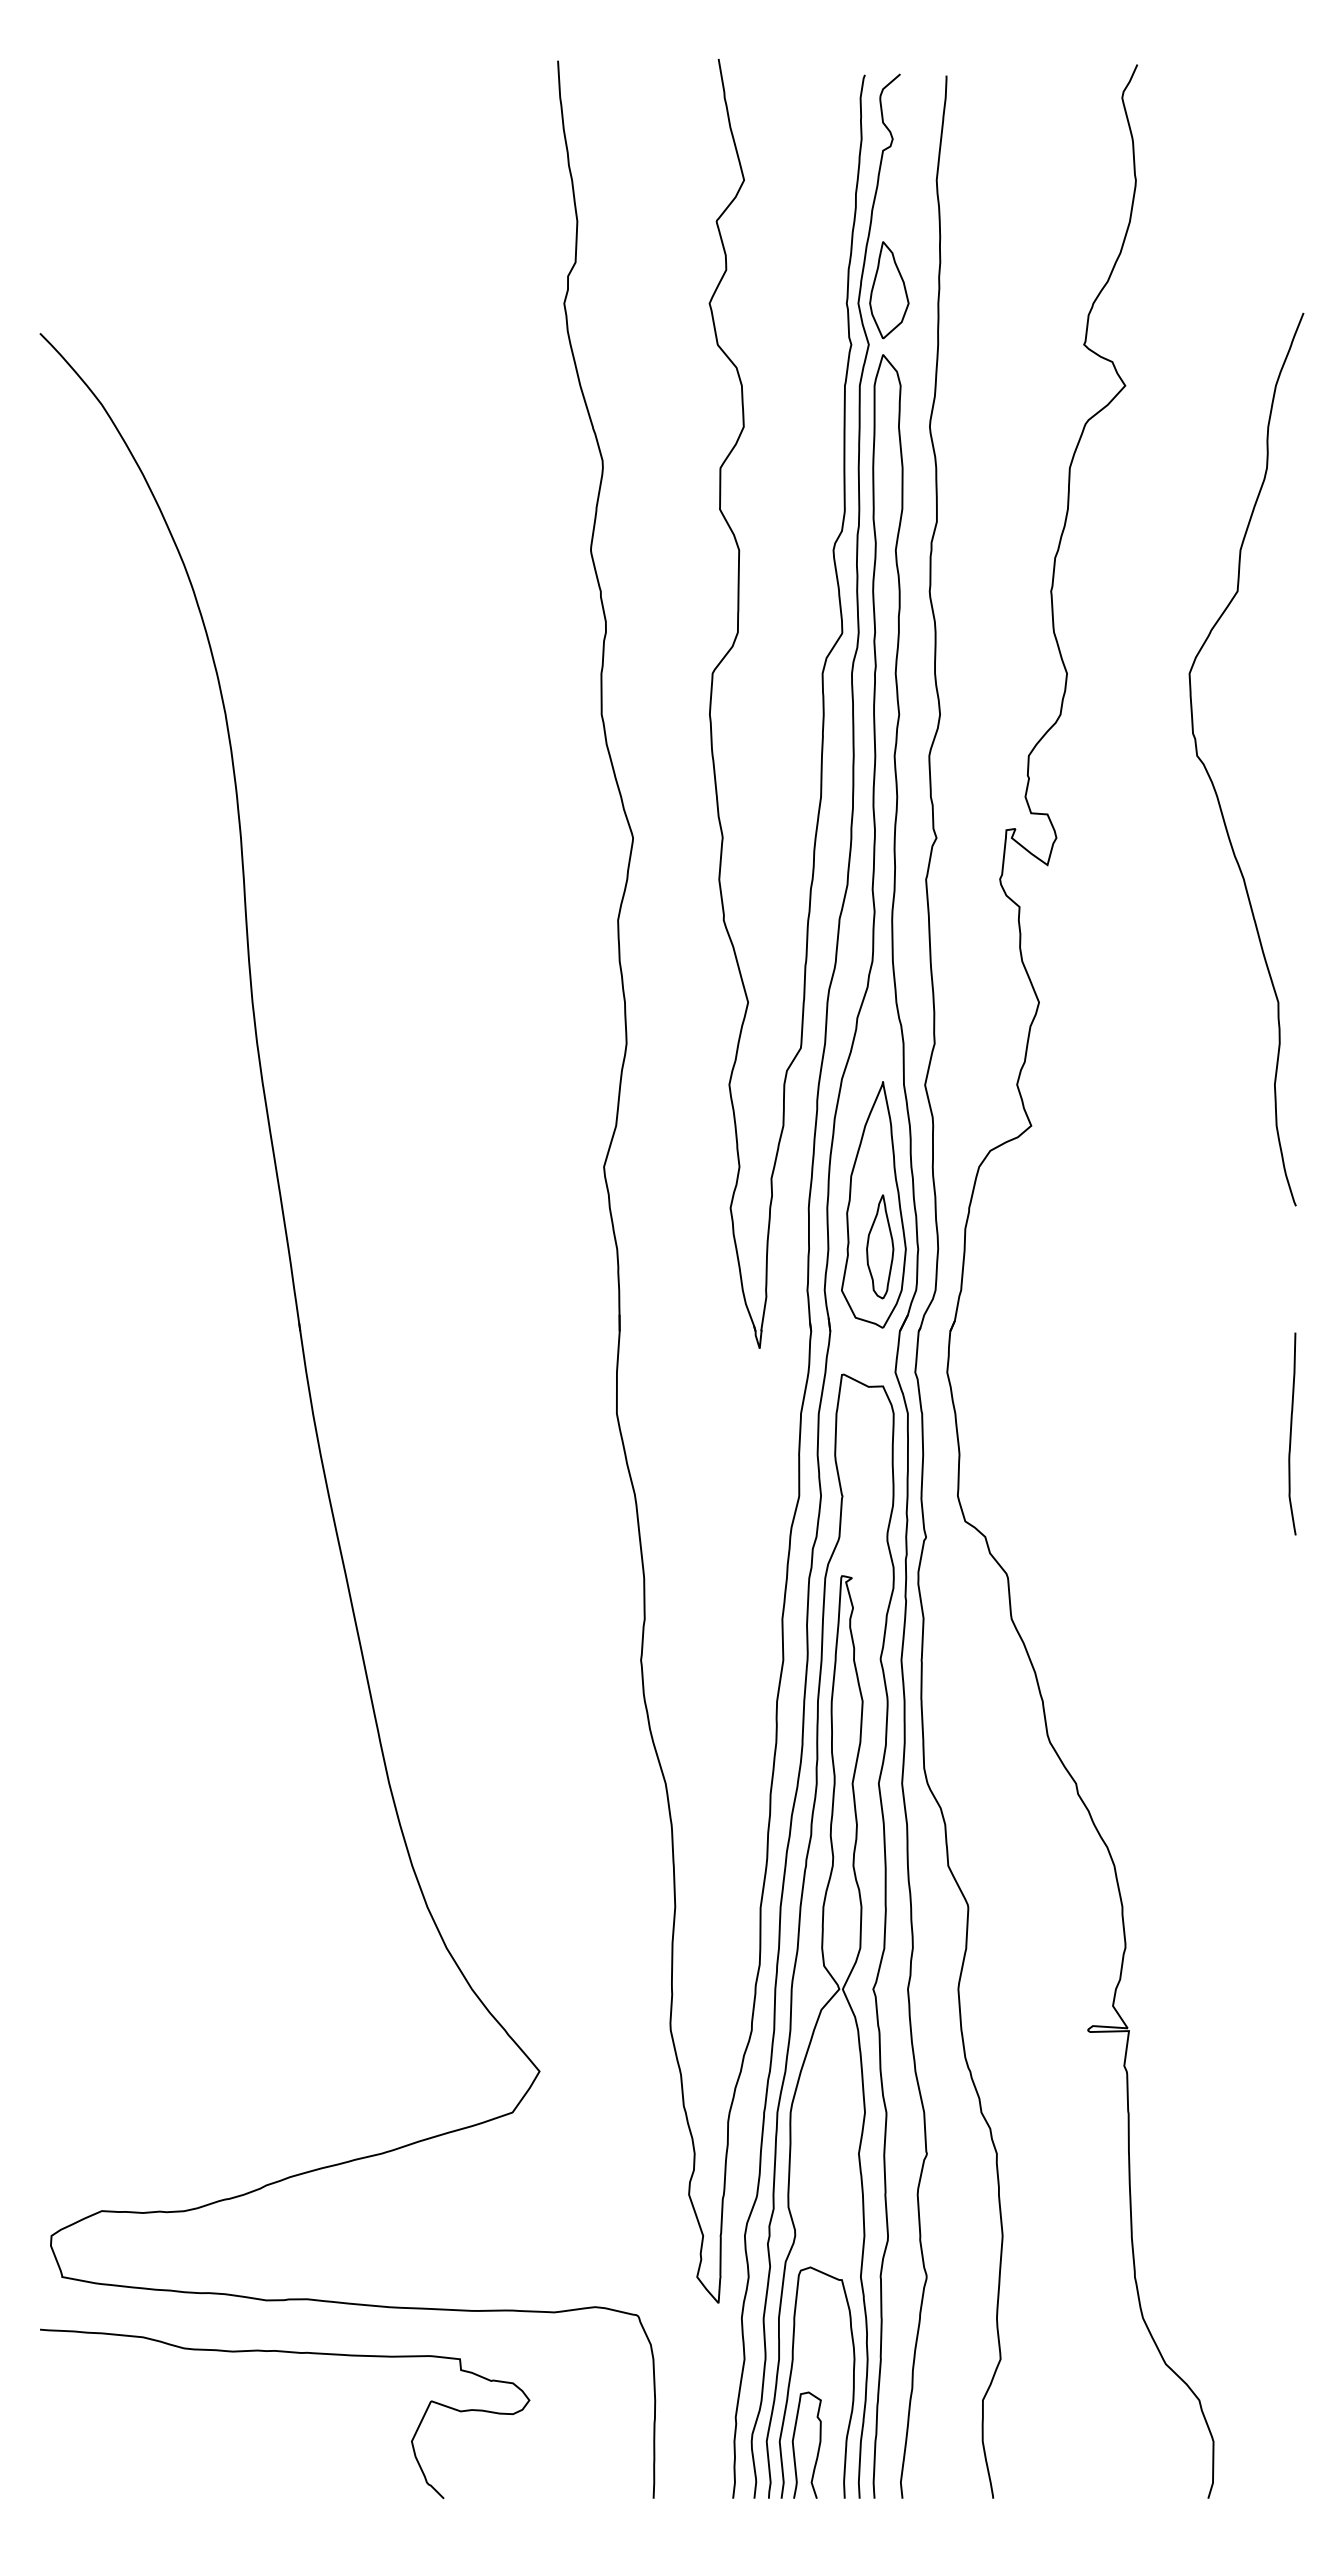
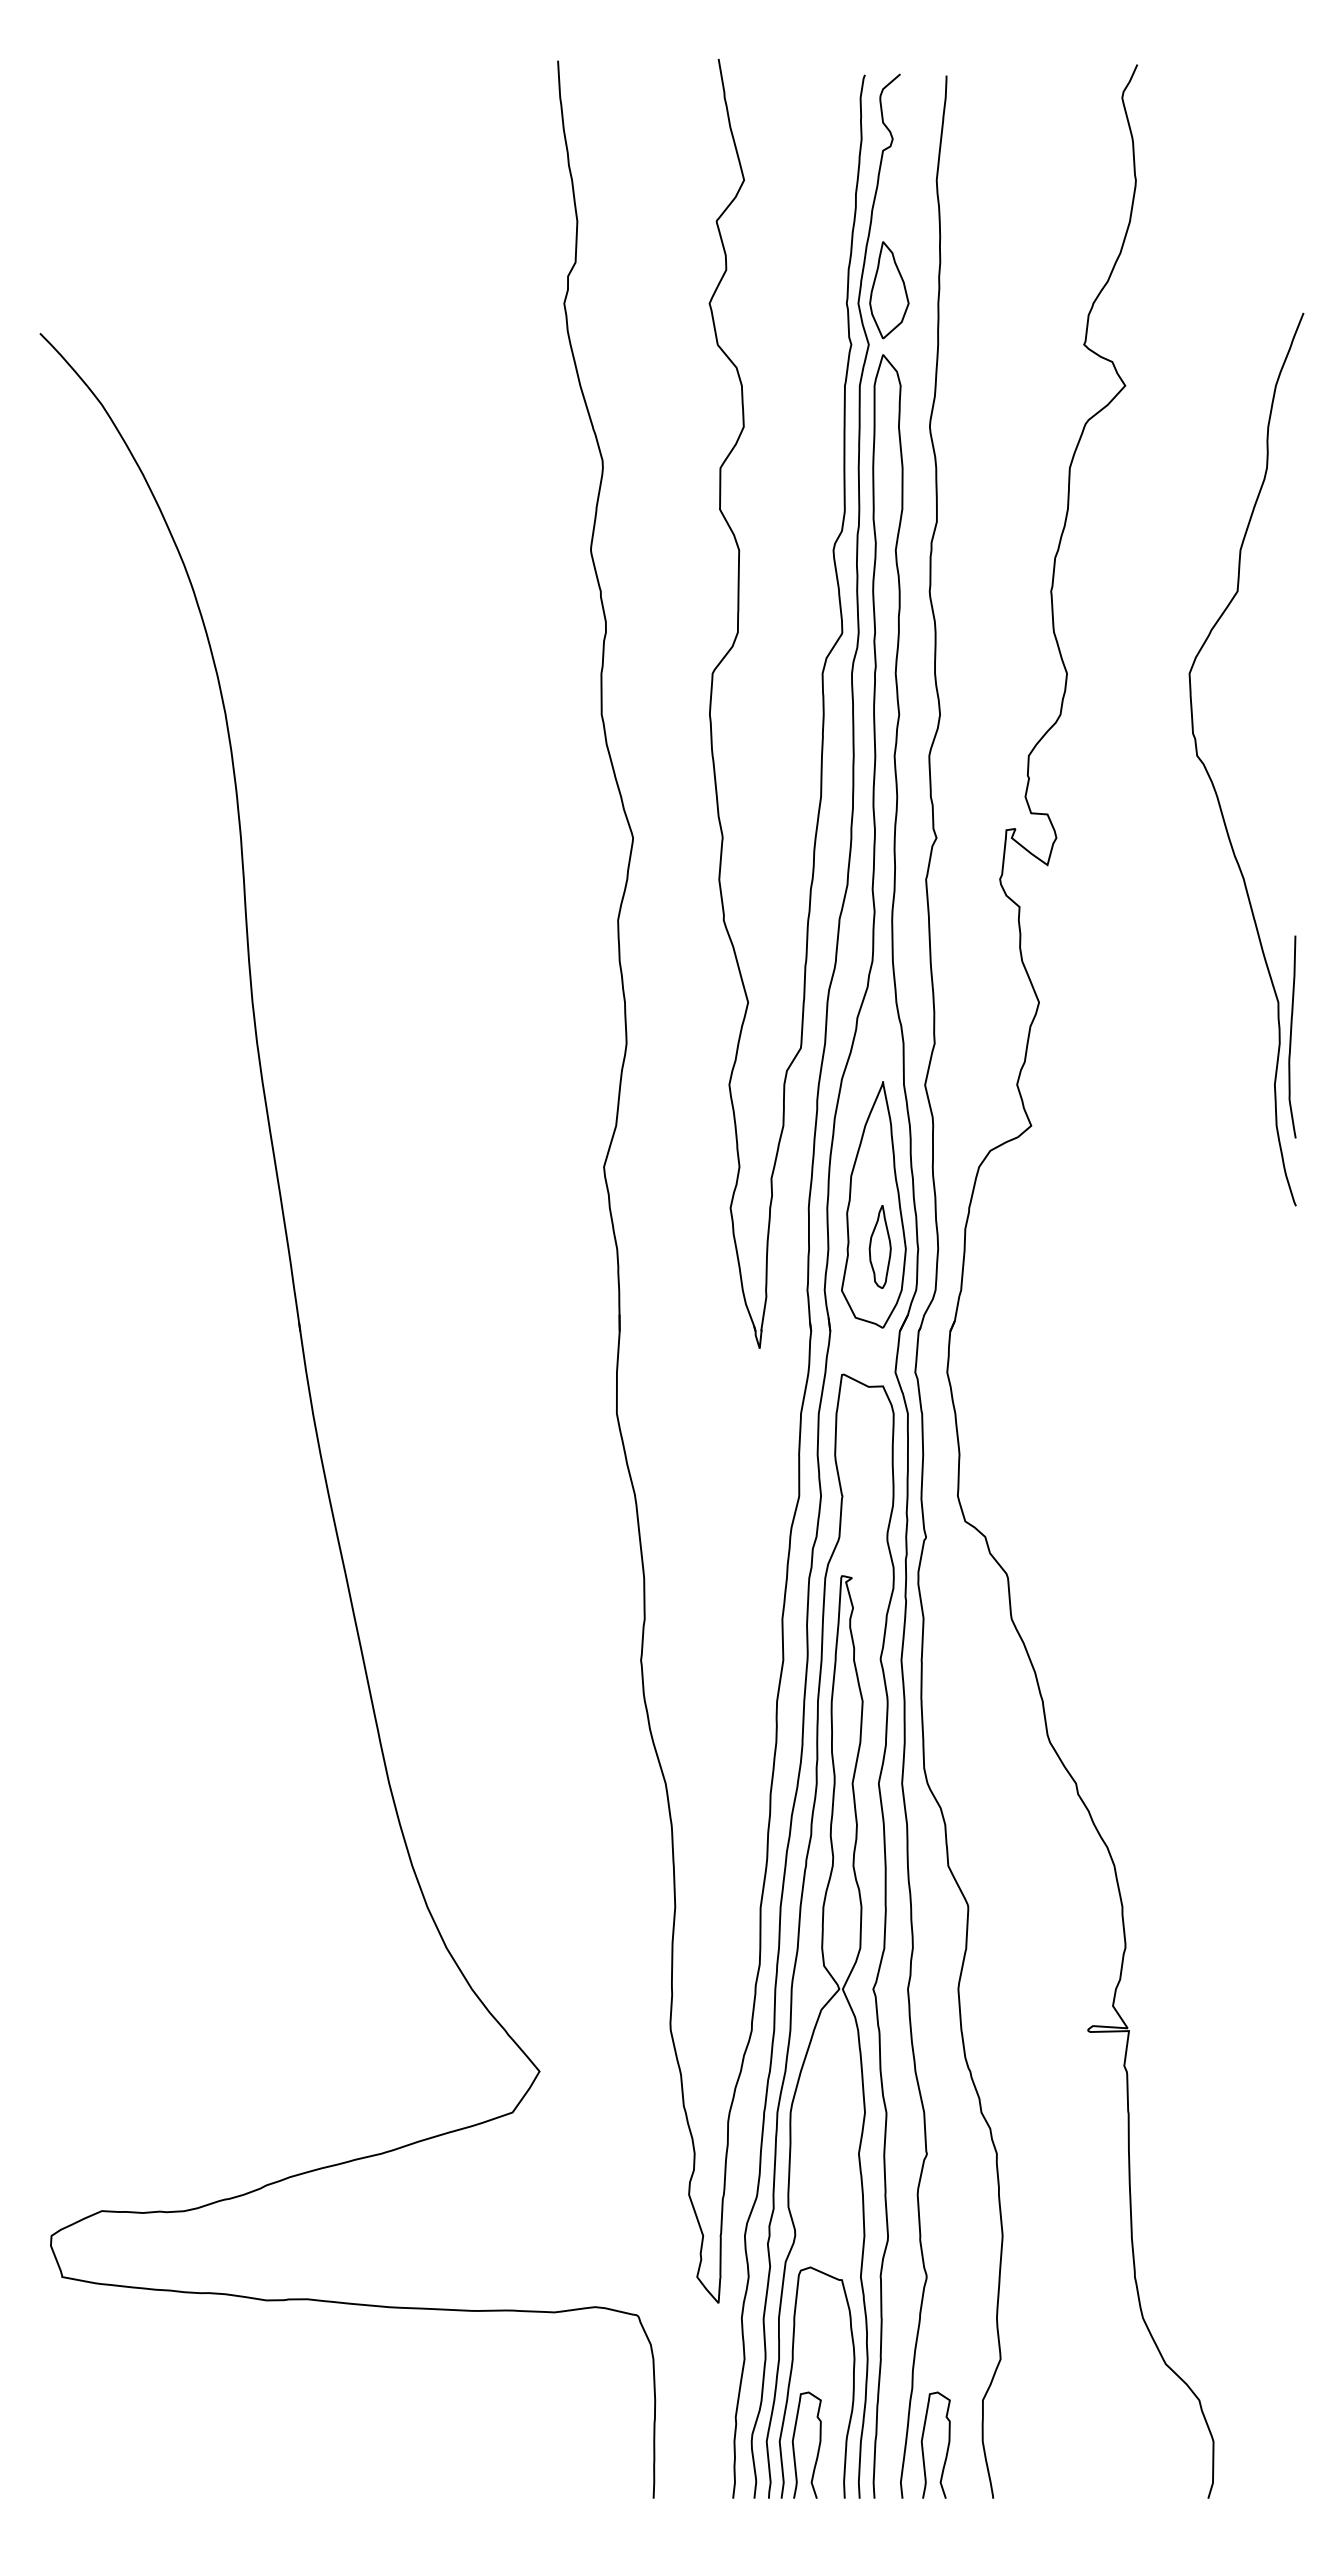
part at (880, 1246) size: 29x106 px -> 24x84 px
curve at (1291, 1433) position: (1291, 1433) -> (1291, 1036)
curve at (291, 2353): present -> none
curve at (947, 2445): none -> present
